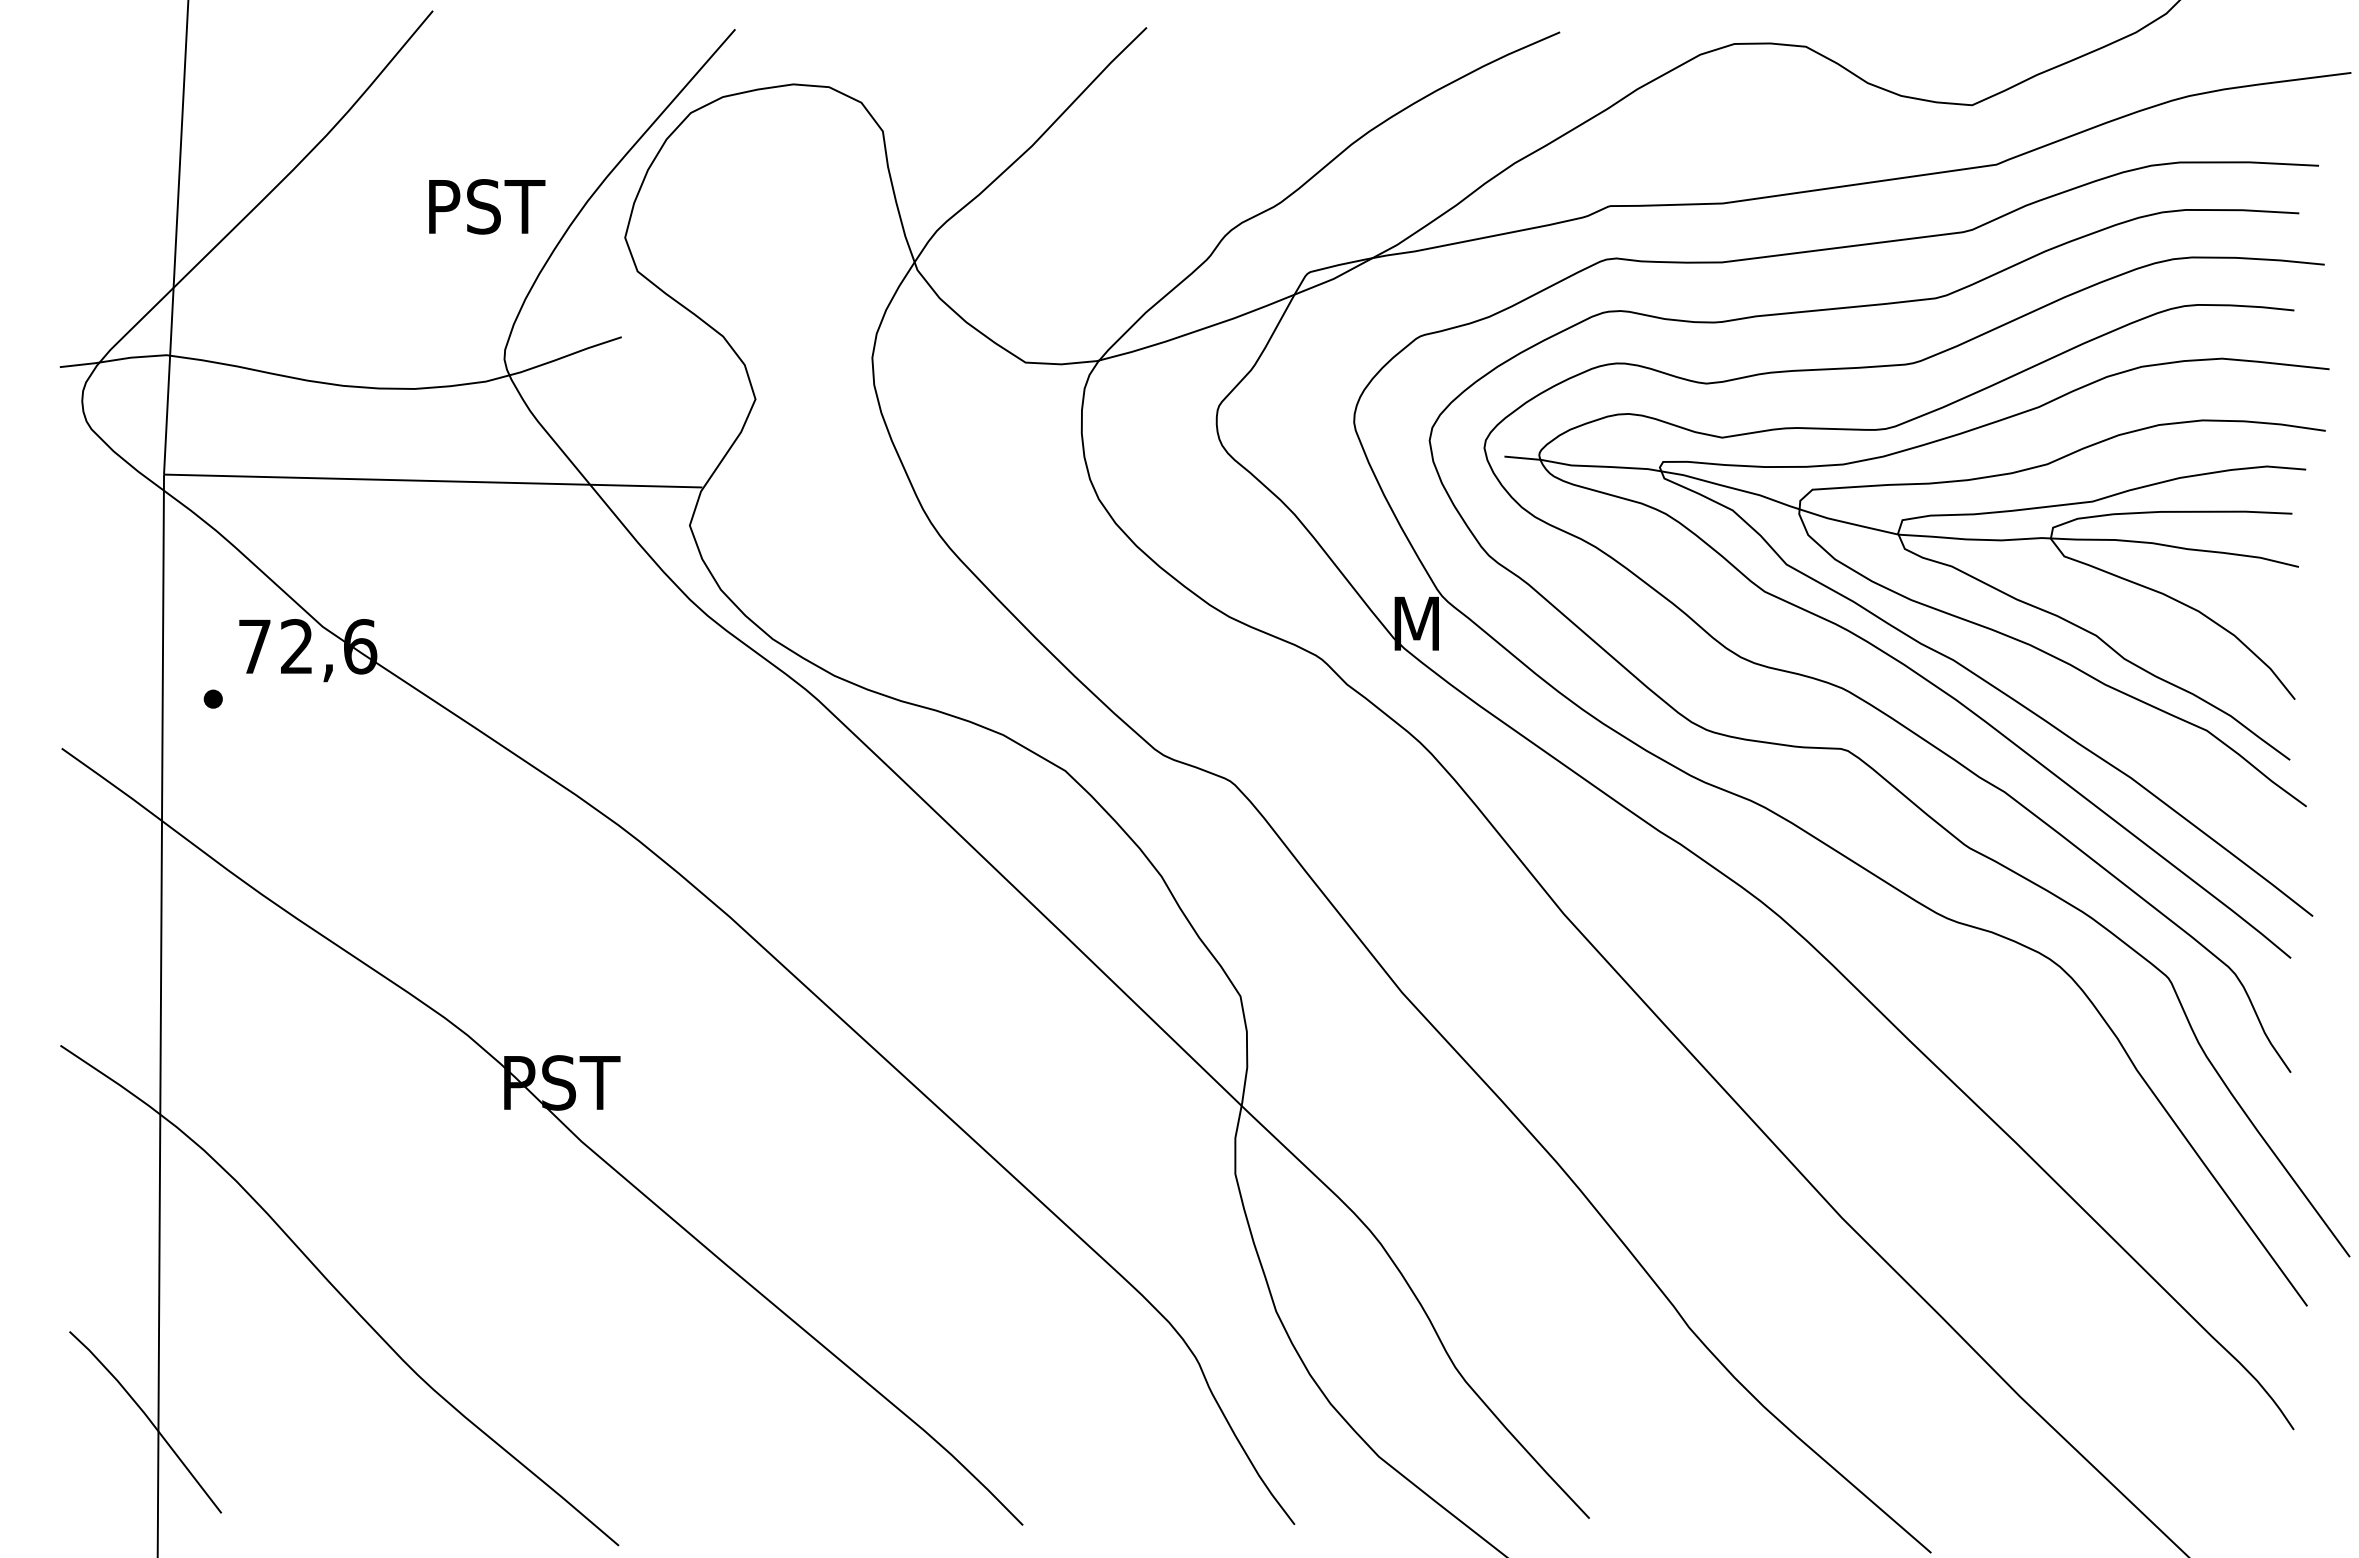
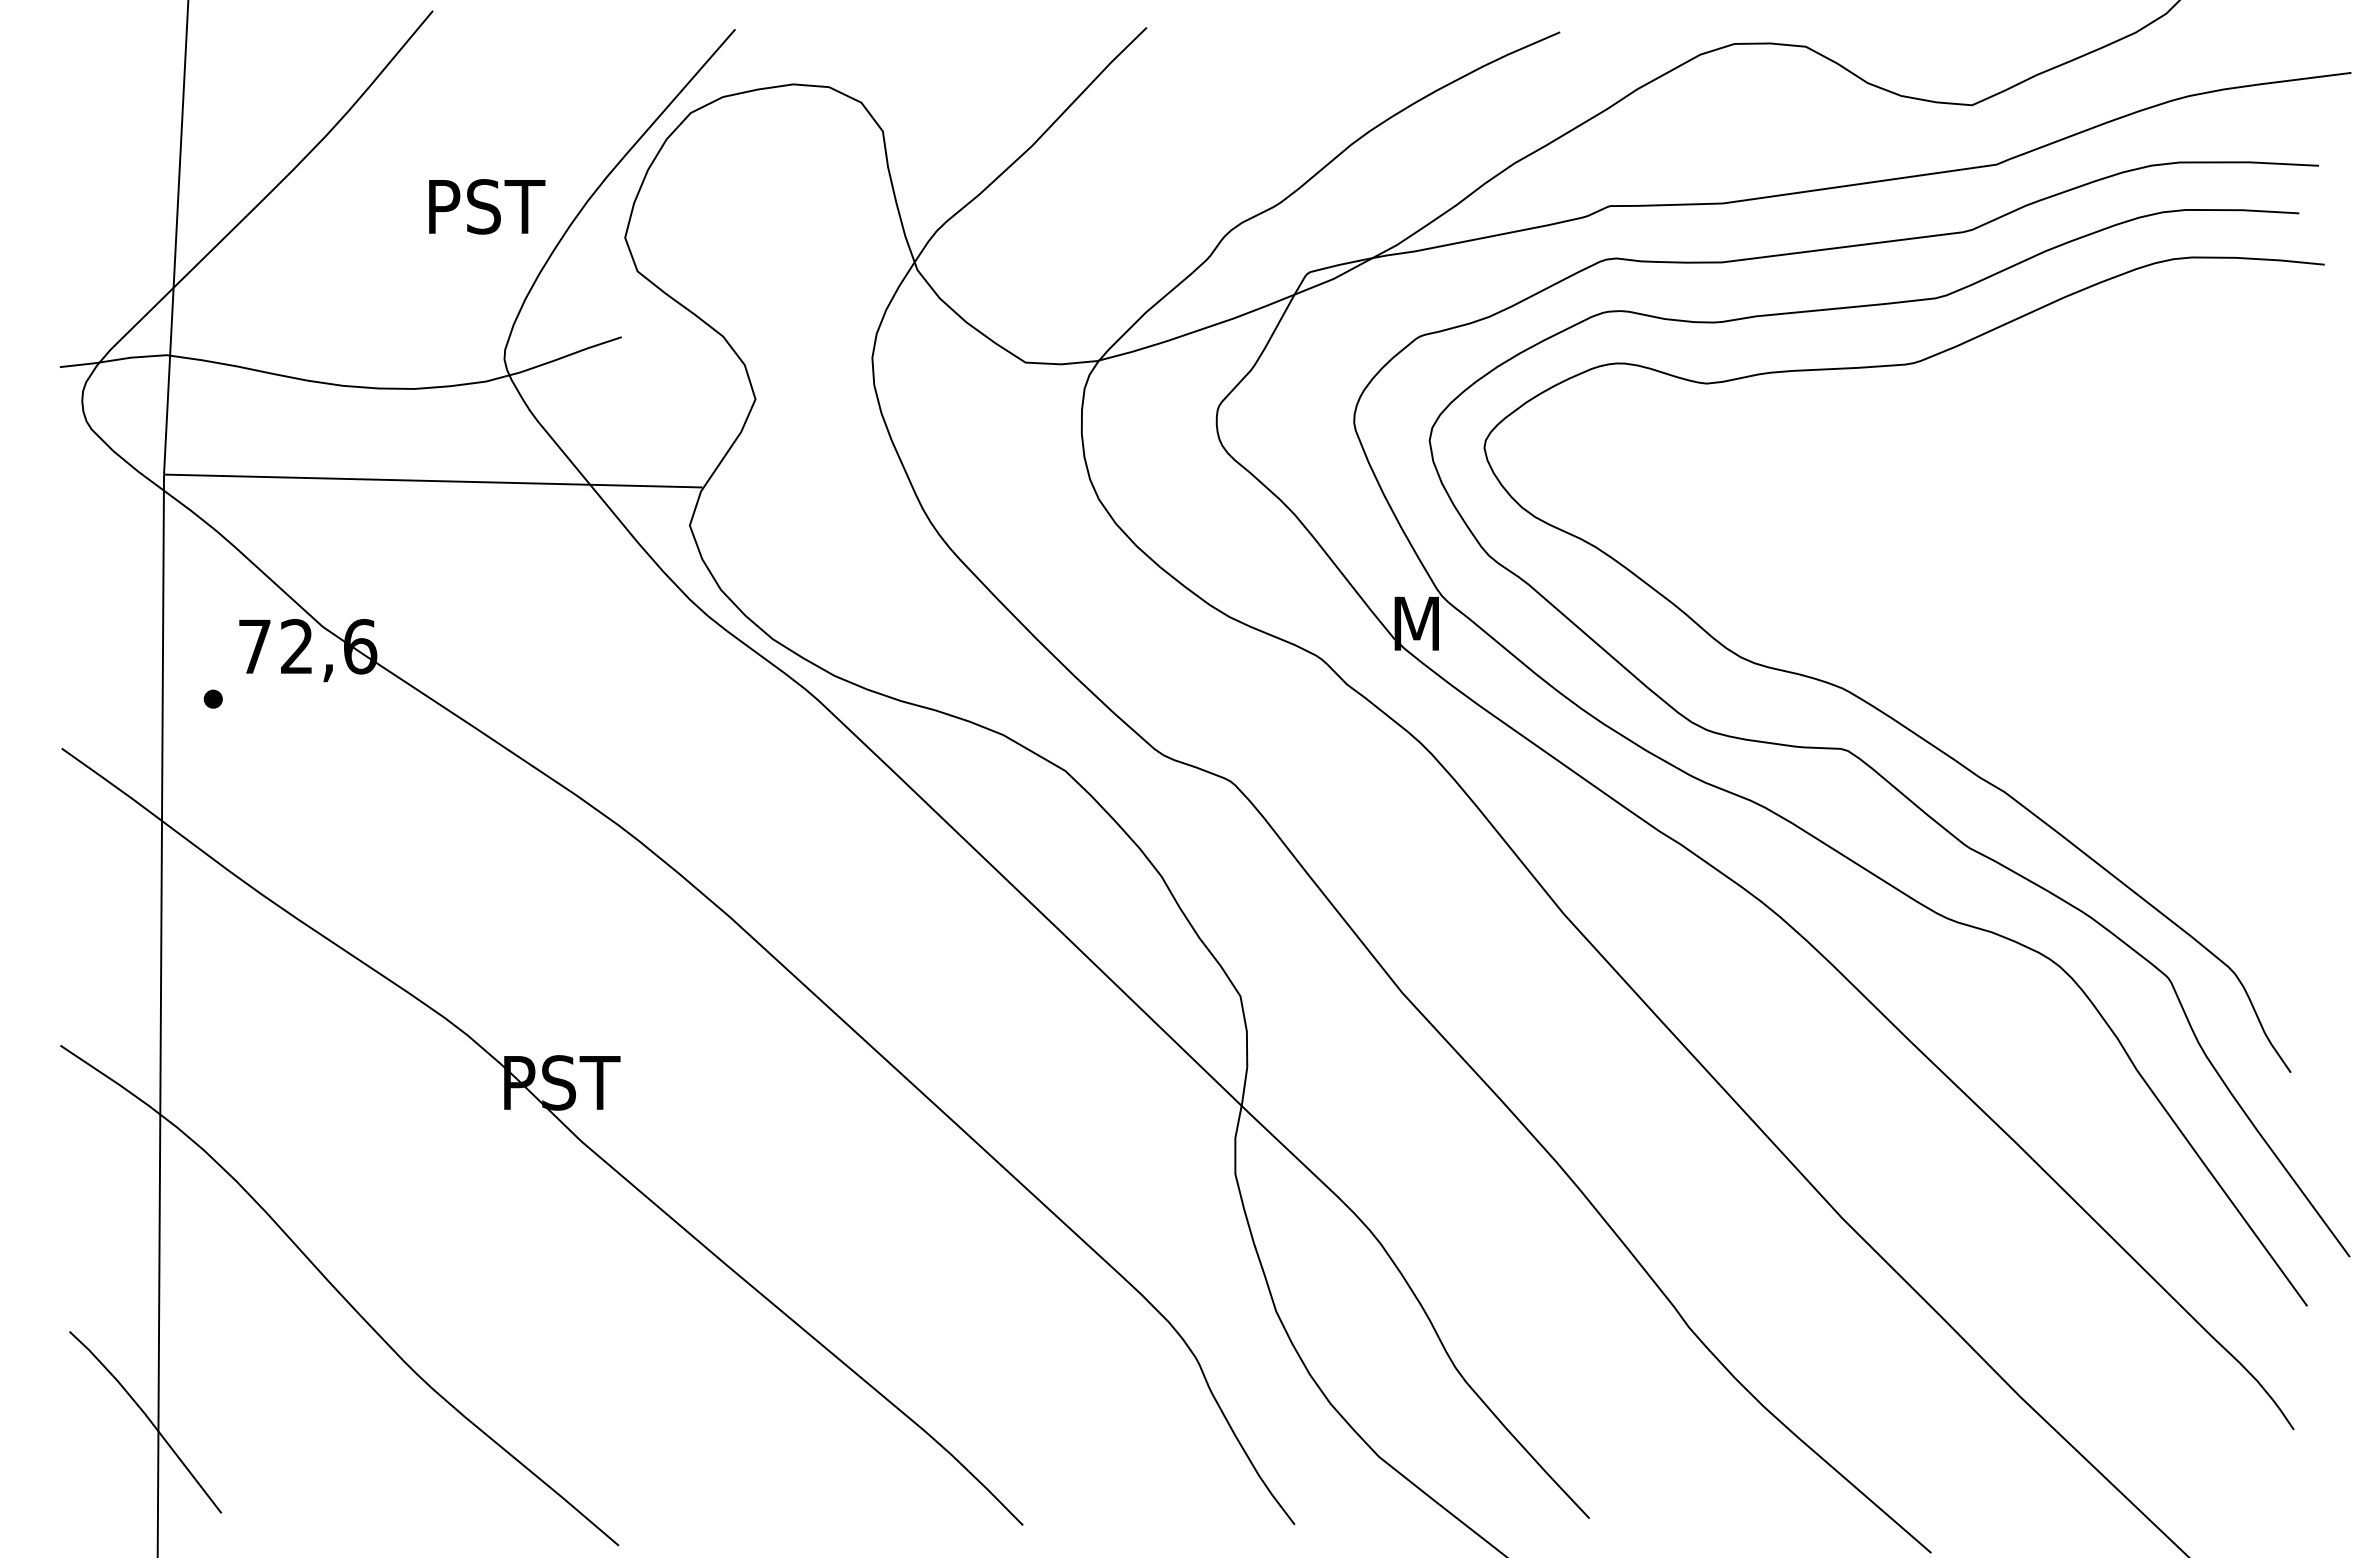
part at (1911, 636): present -> none
